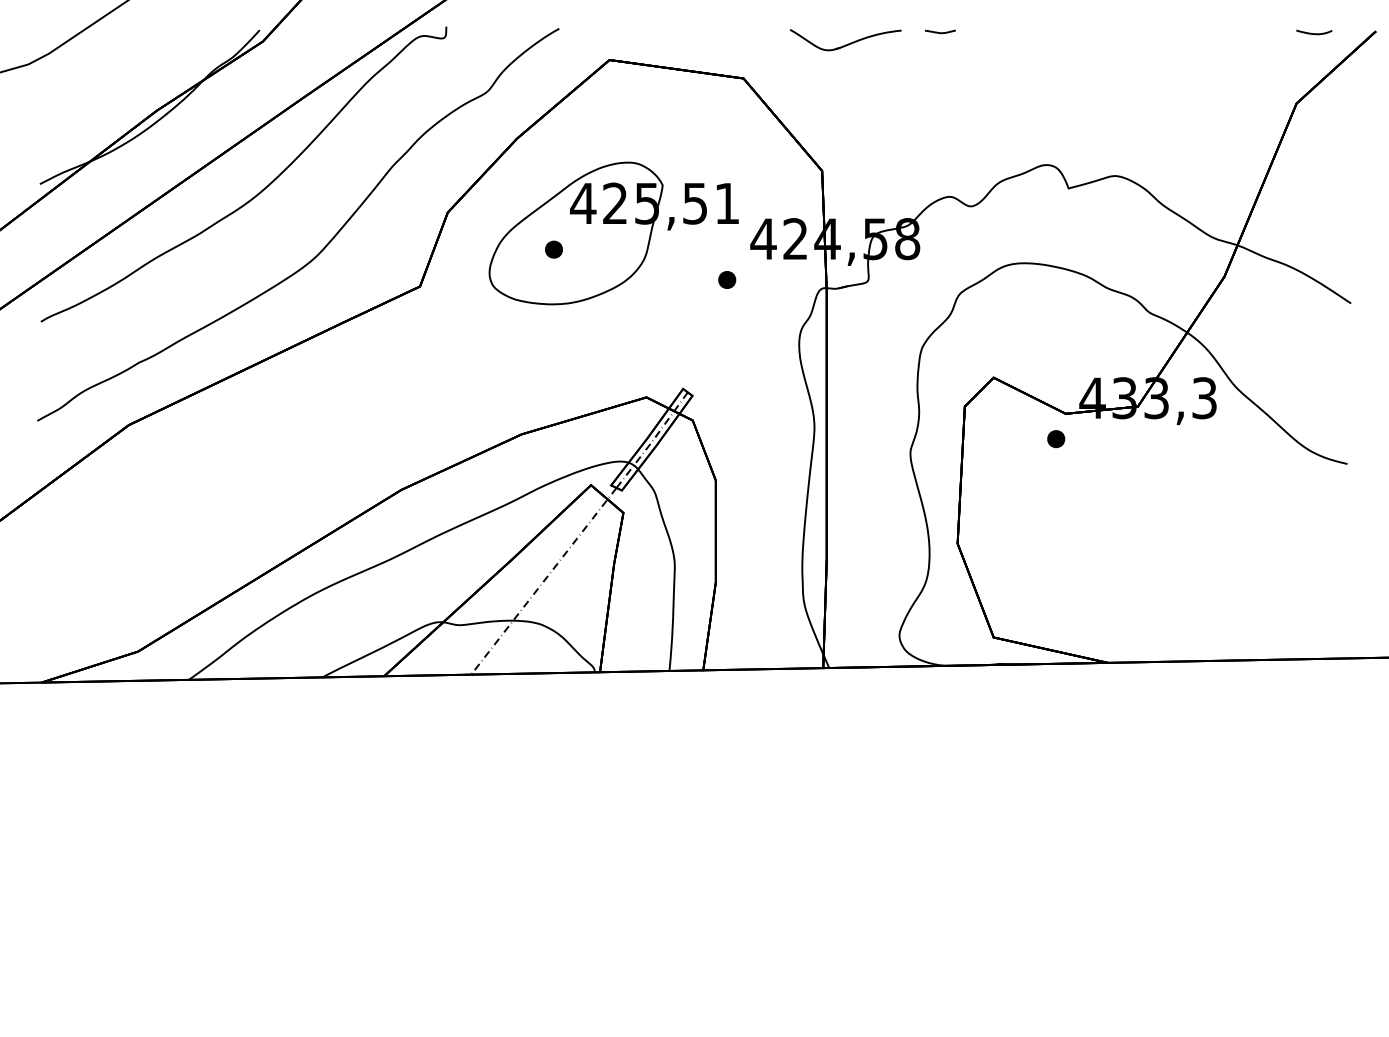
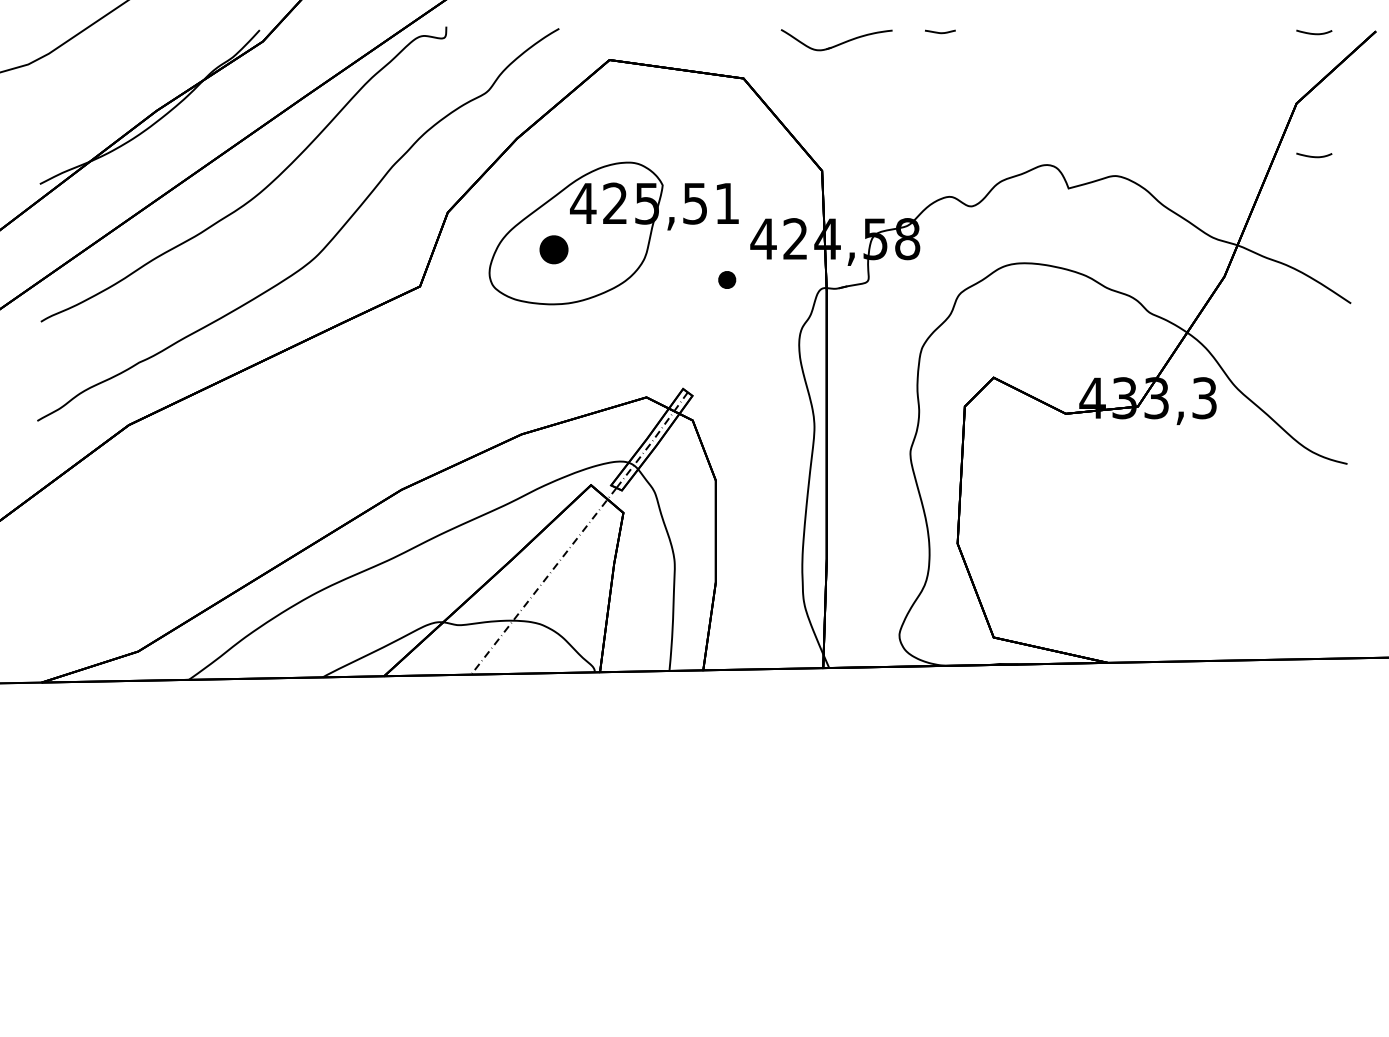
part at (845, 40) position: (845, 40) -> (836, 40)
curve at (1314, 156): none -> present
part at (553, 249) size: 18x19 px -> 30x30 px
part at (1056, 439): present -> none
